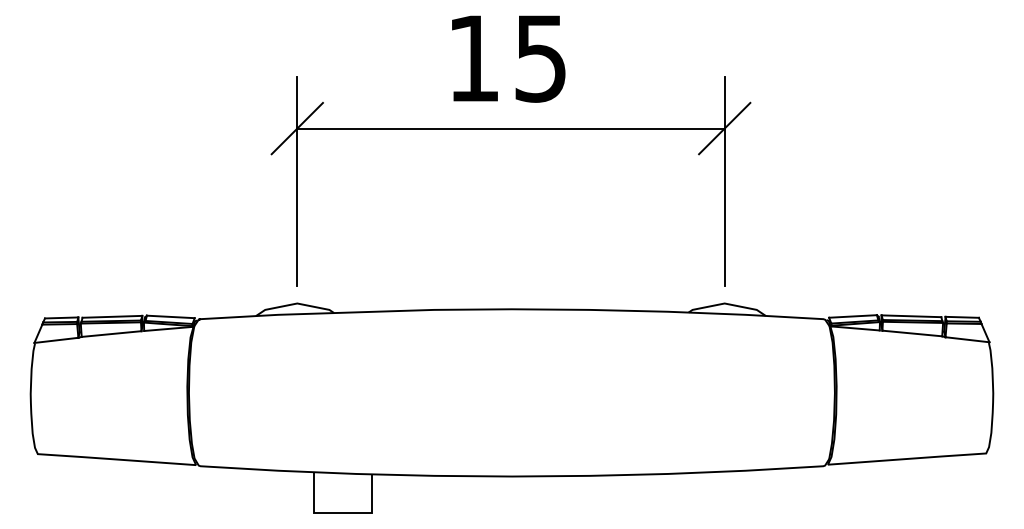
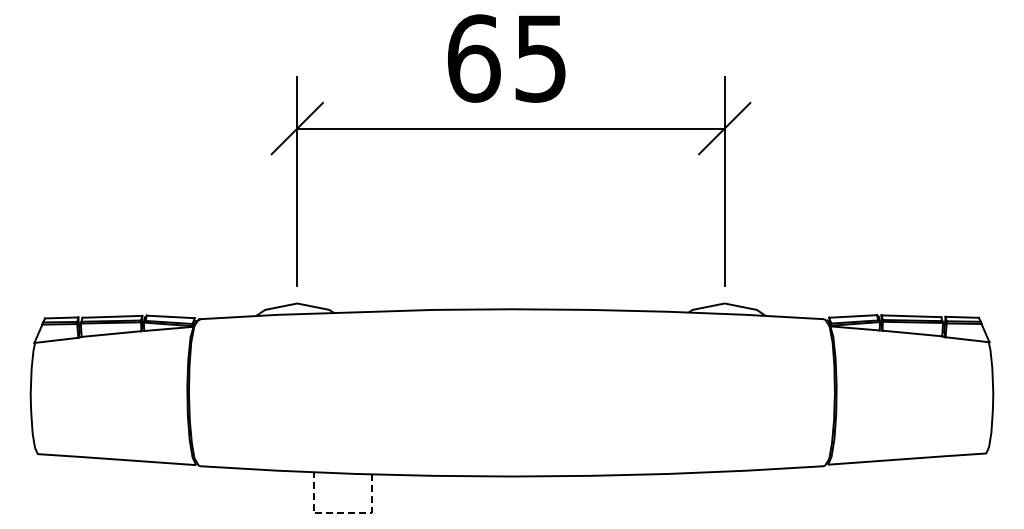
text at (473, 58): 15 -> 65
line at (341, 513): solid -> dashed
